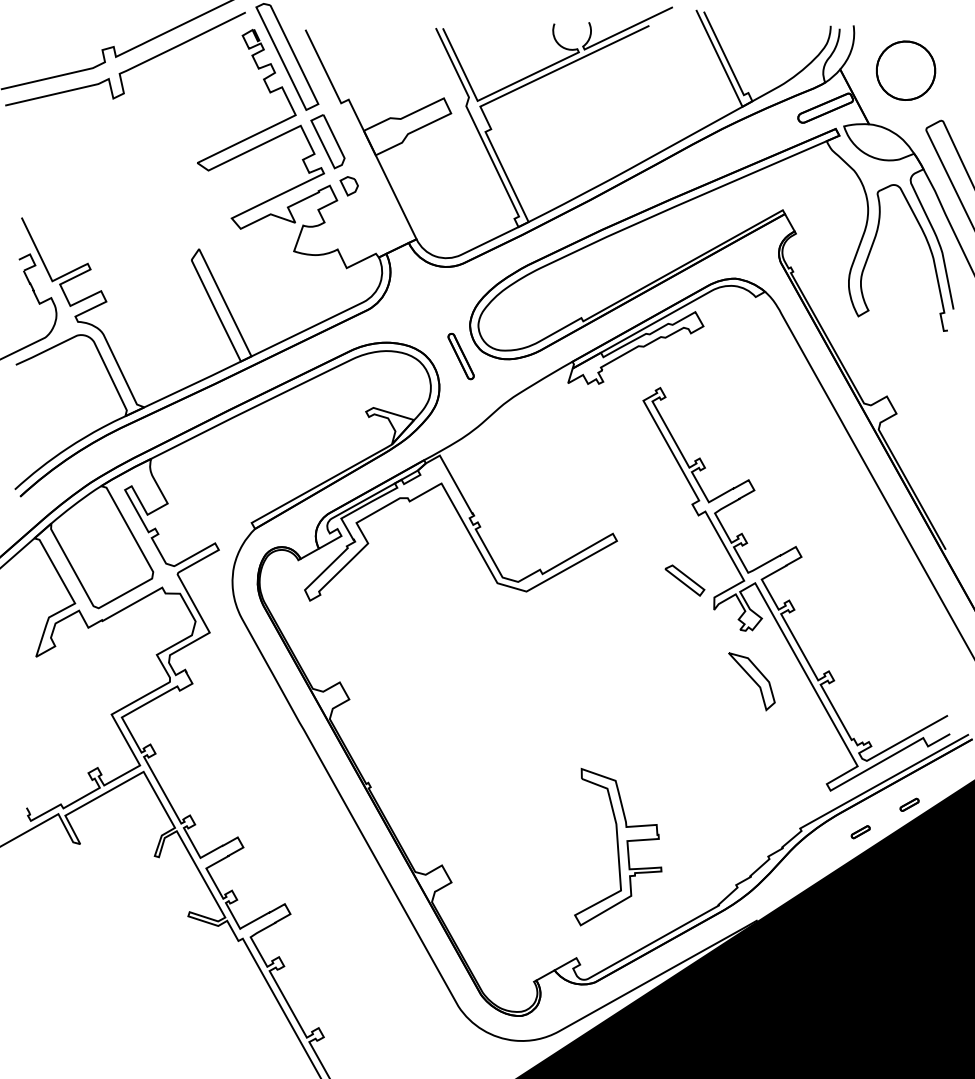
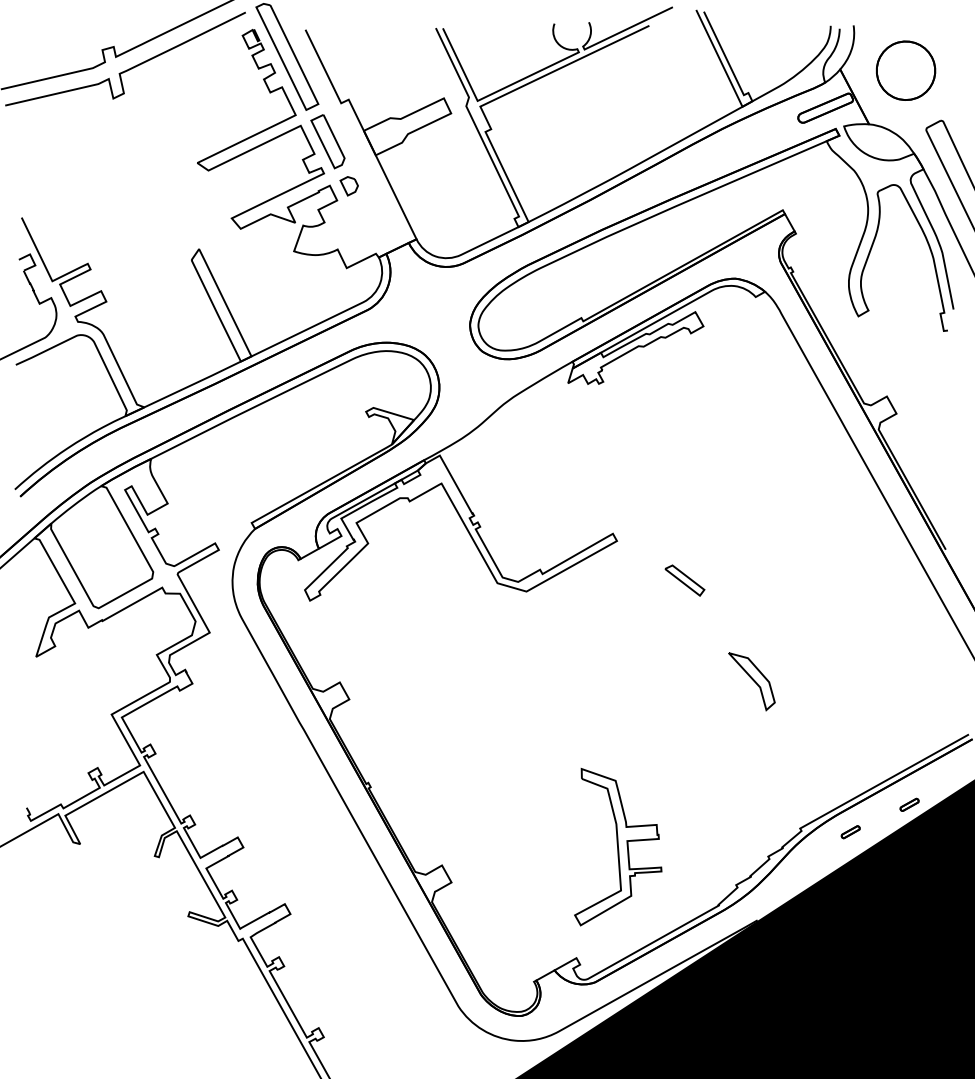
part at (460, 356): present -> none
curve at (789, 599): present -> none
part at (860, 832) position: (860, 832) -> (850, 832)
